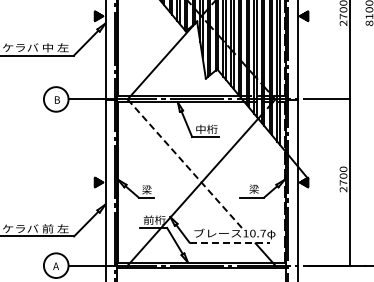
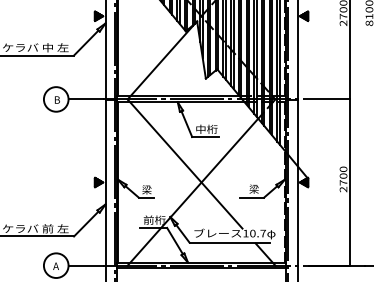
line at (185, 164): dashed -> solid
line at (230, 242): dashed -> solid
